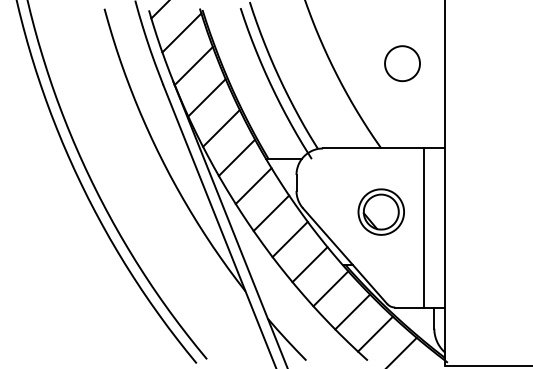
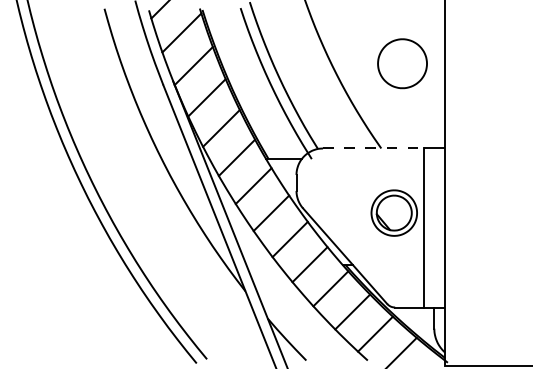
part at (402, 63) size: 37x37 px -> 51x52 px
line at (373, 148): solid -> dashed
part at (380, 211) position: (380, 211) -> (393, 212)
